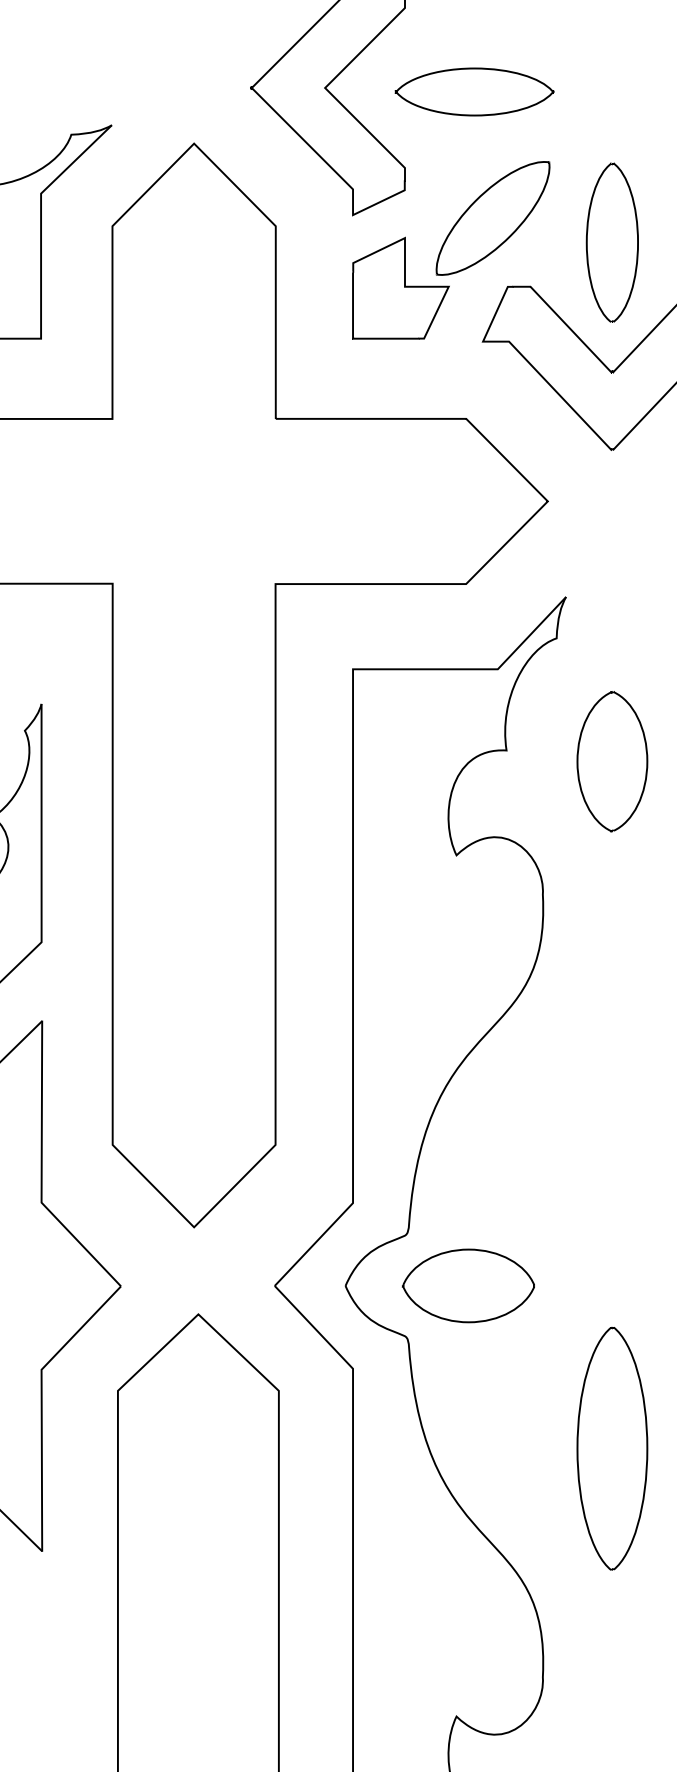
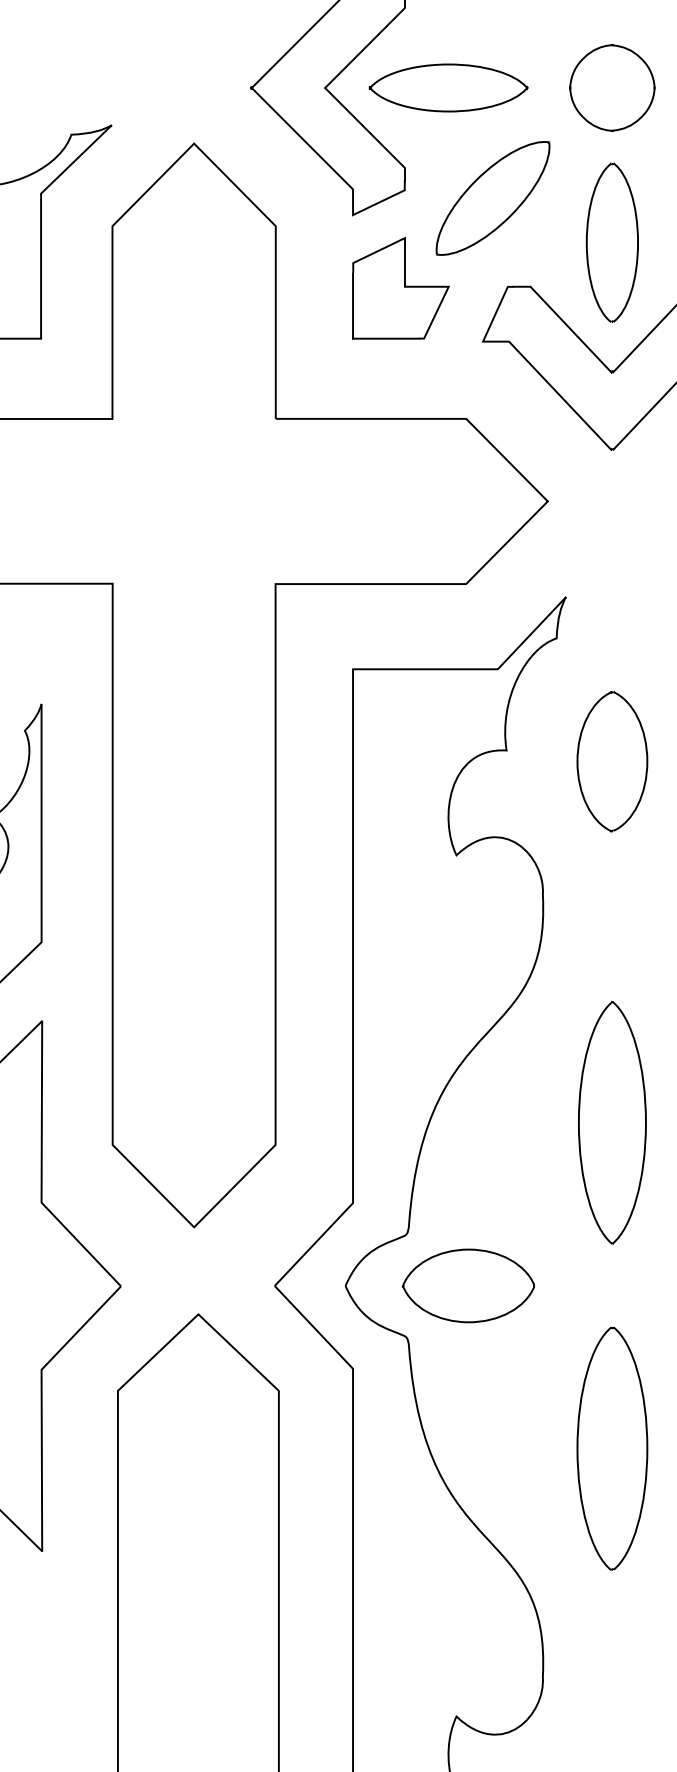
part at (612, 87): none -> present
part at (474, 91) position: (474, 91) -> (448, 87)
part at (492, 218) position: (492, 218) -> (492, 198)
part at (612, 1122): none -> present
